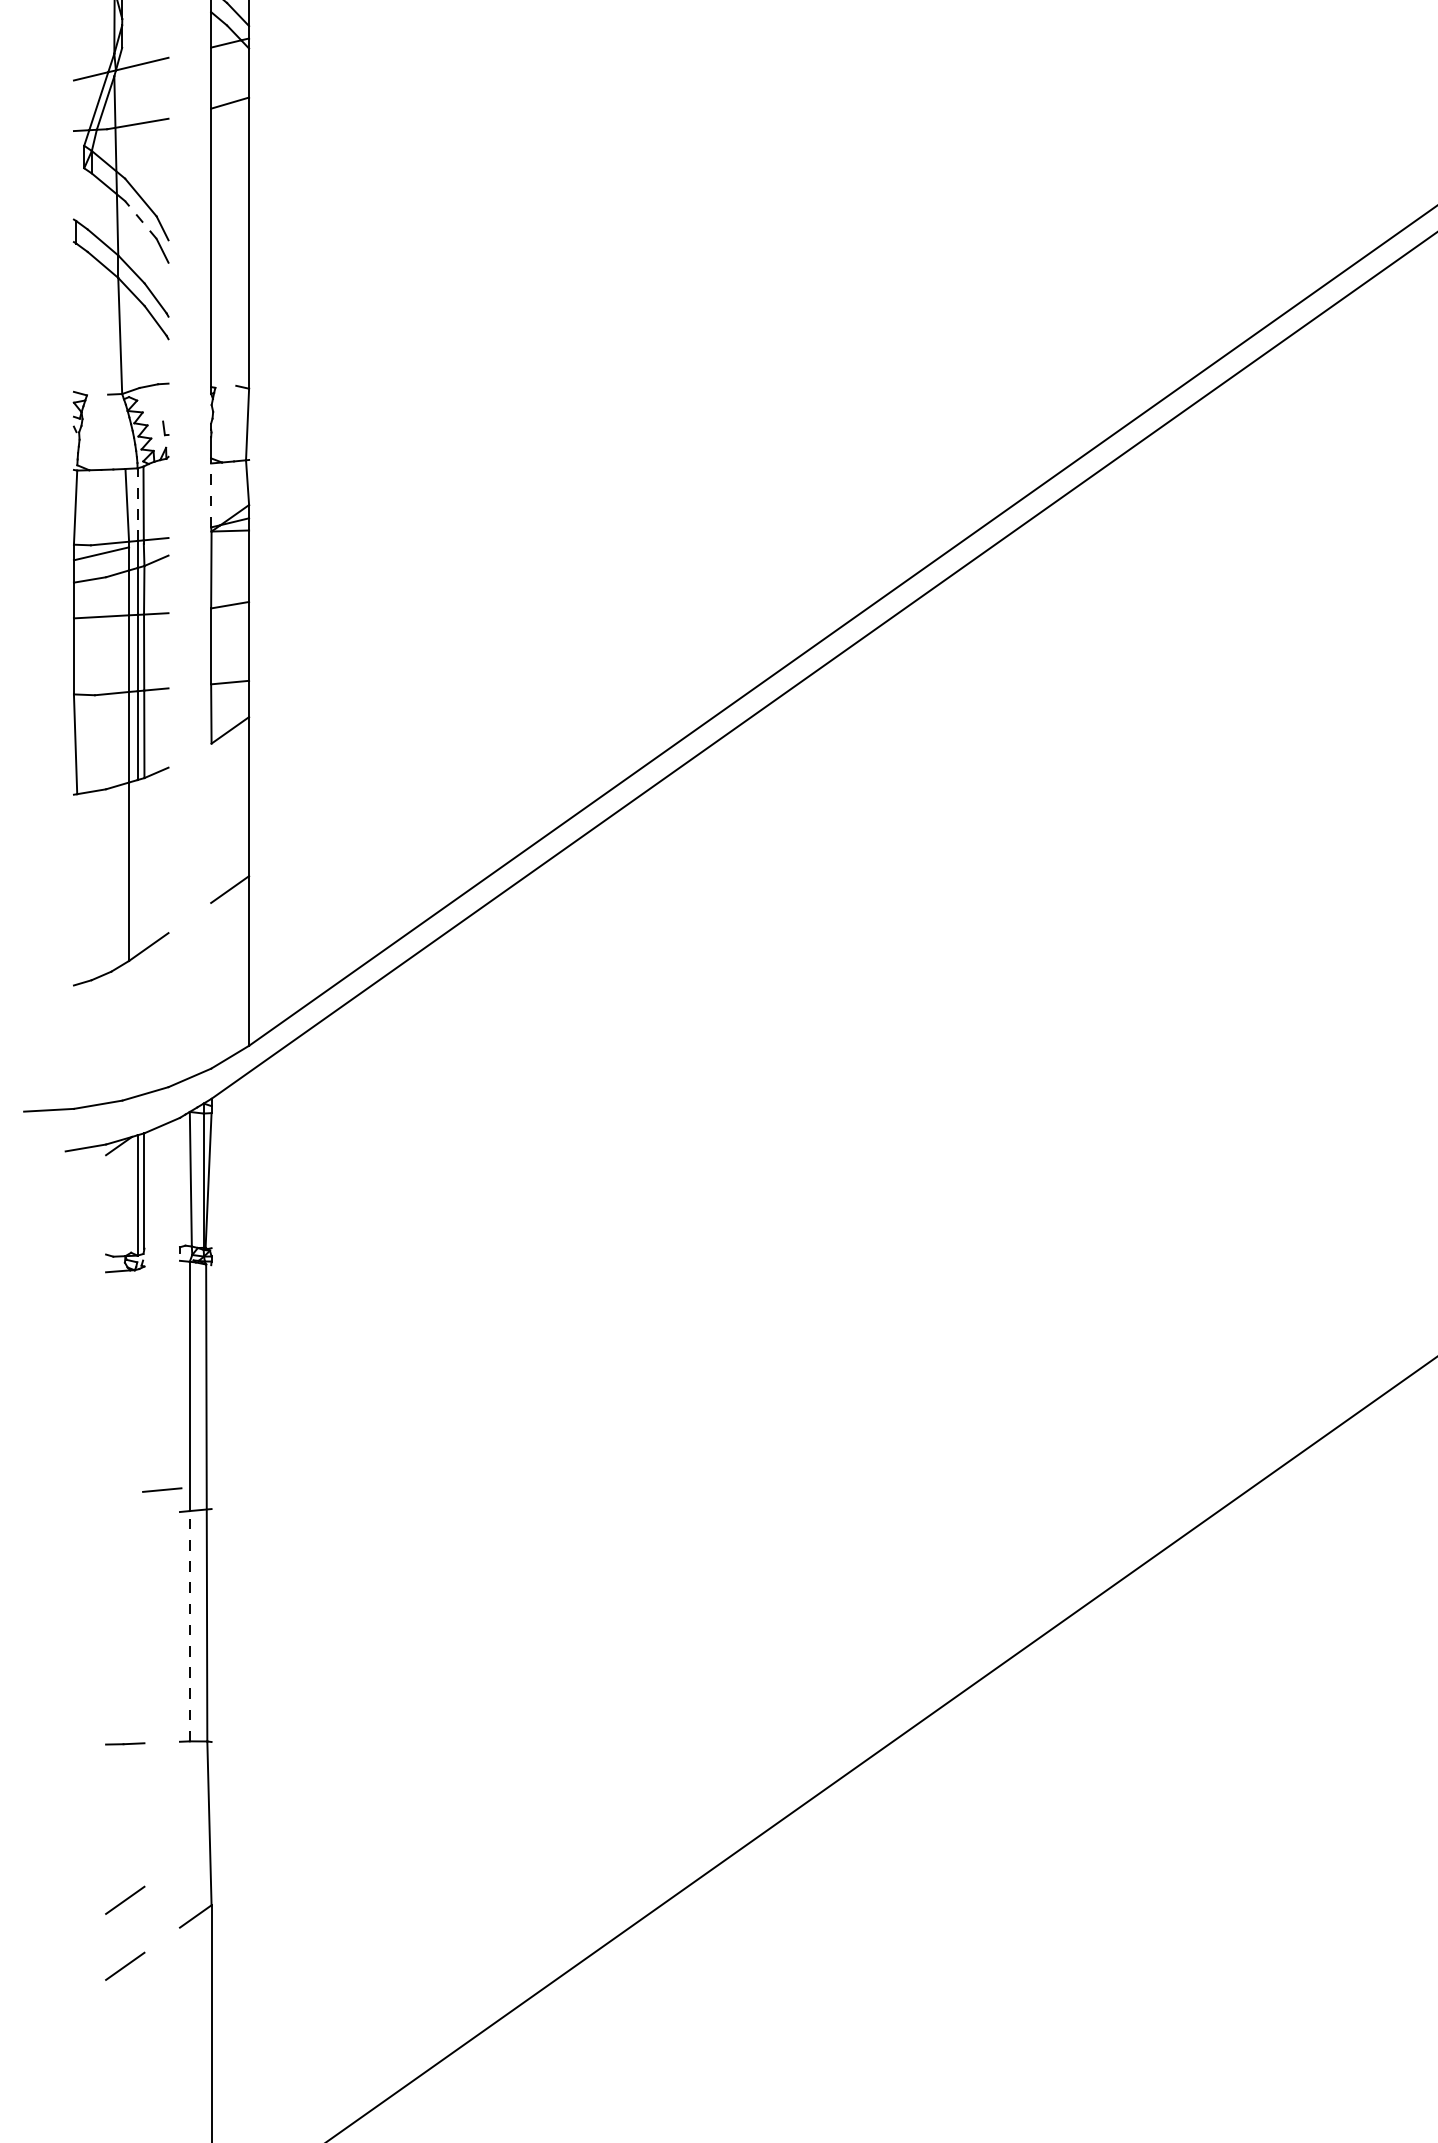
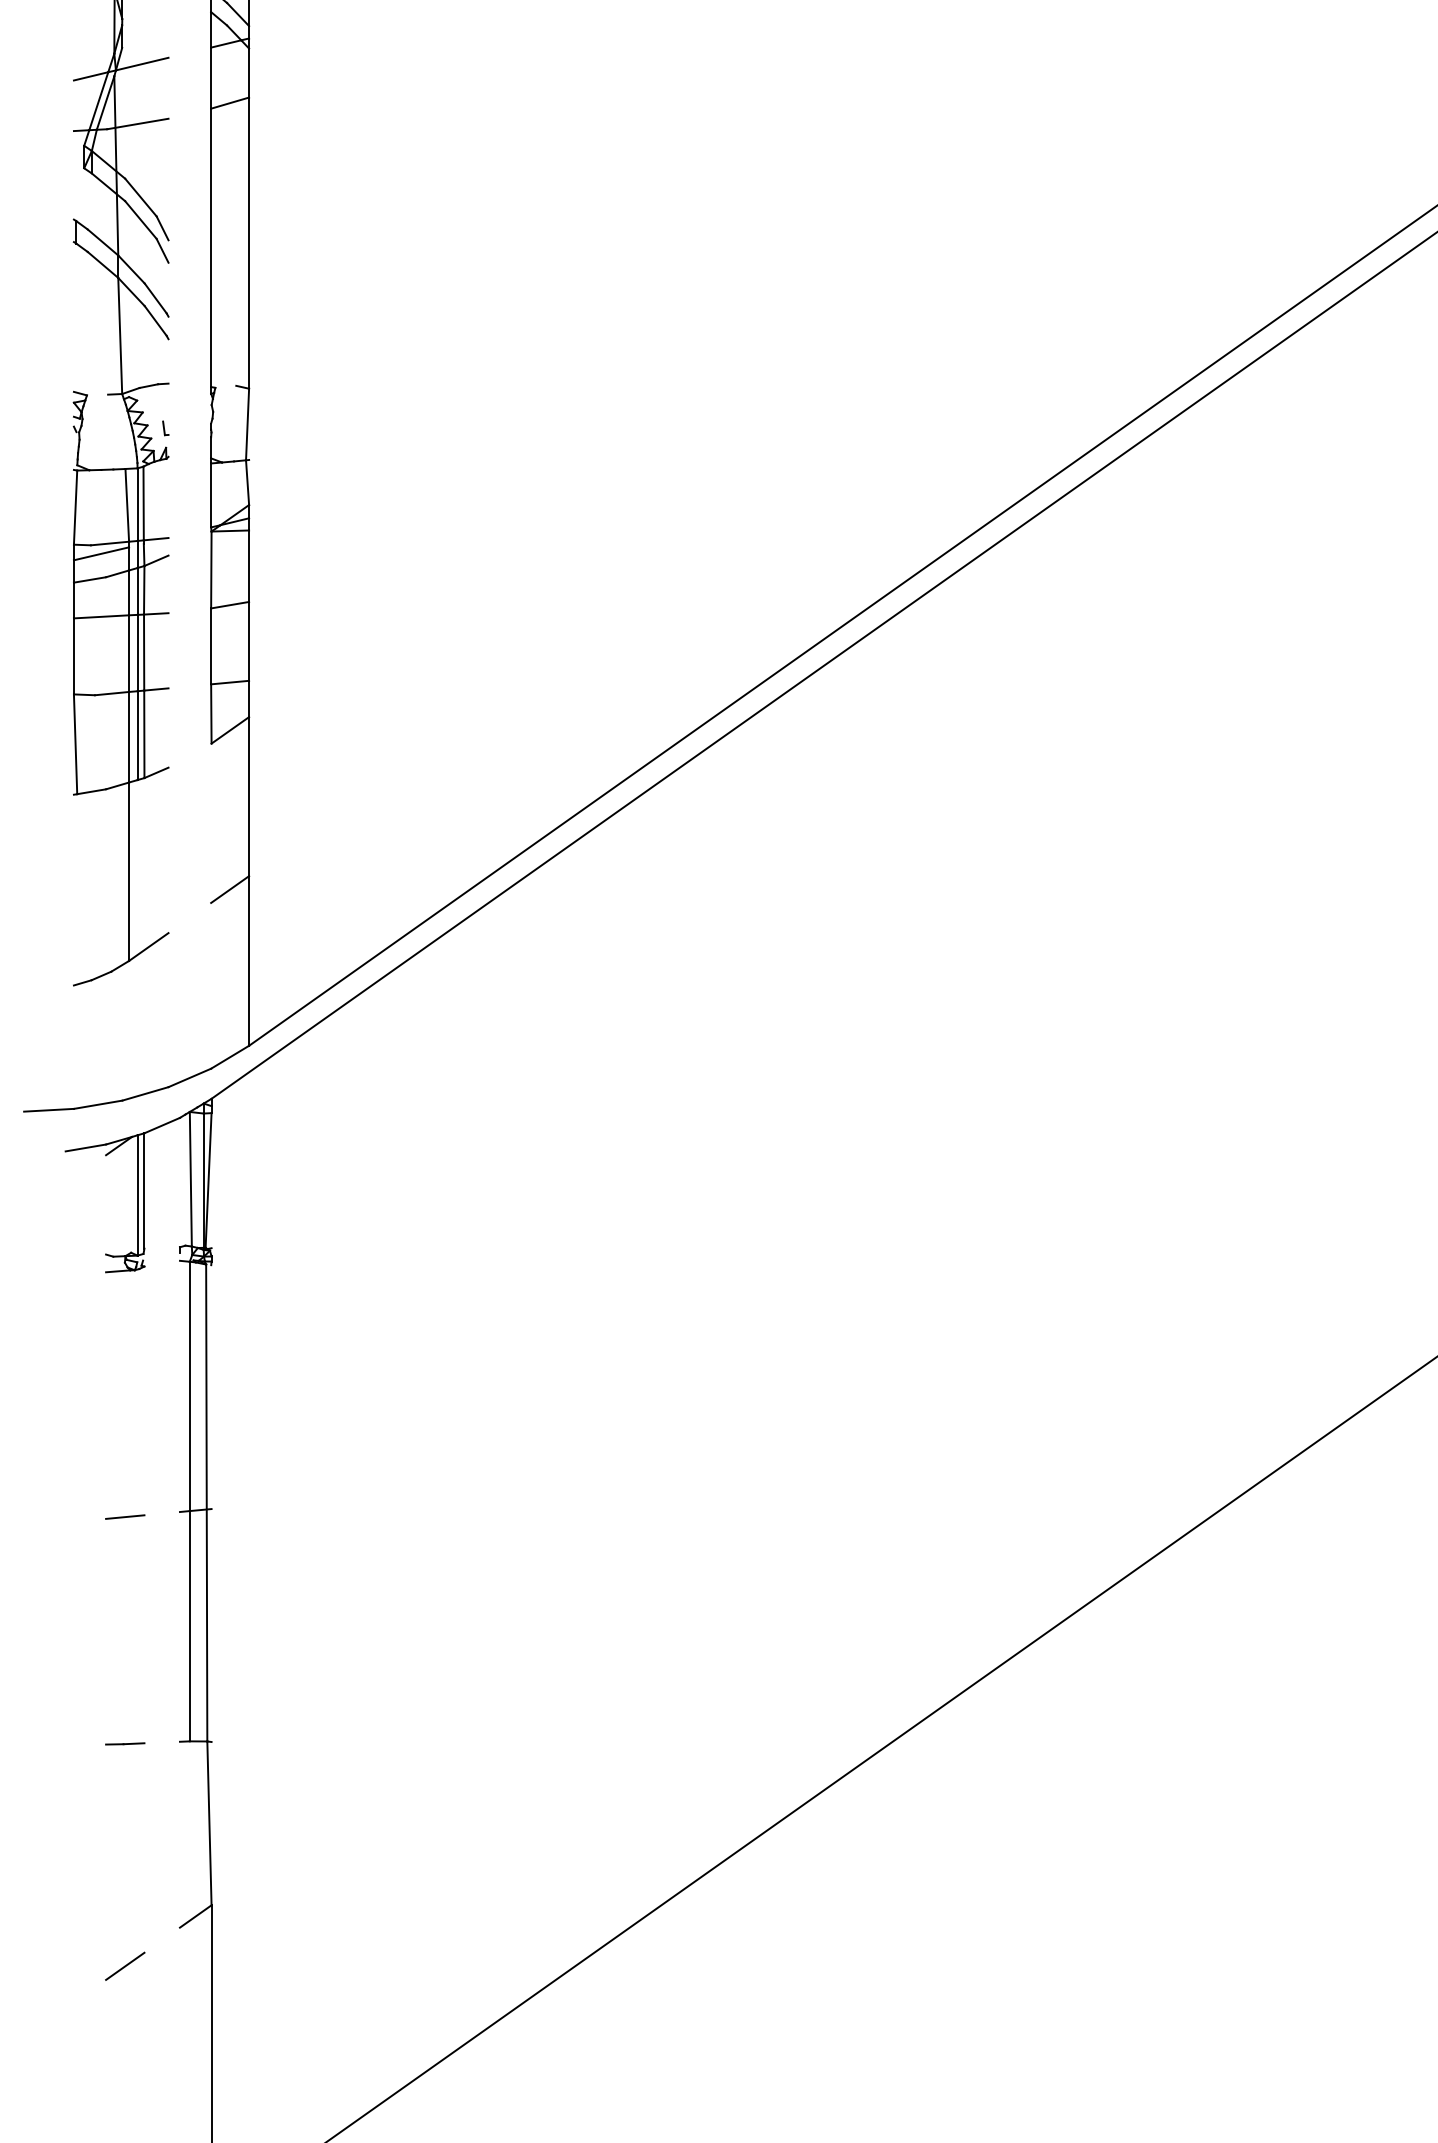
line at (140, 220): dashed -> solid
line at (211, 495): dashed -> solid
line at (137, 504): dashed -> solid
line at (162, 1489) position: (162, 1489) -> (125, 1516)
line at (189, 1625): dashed -> solid
line at (125, 1899): present -> none
